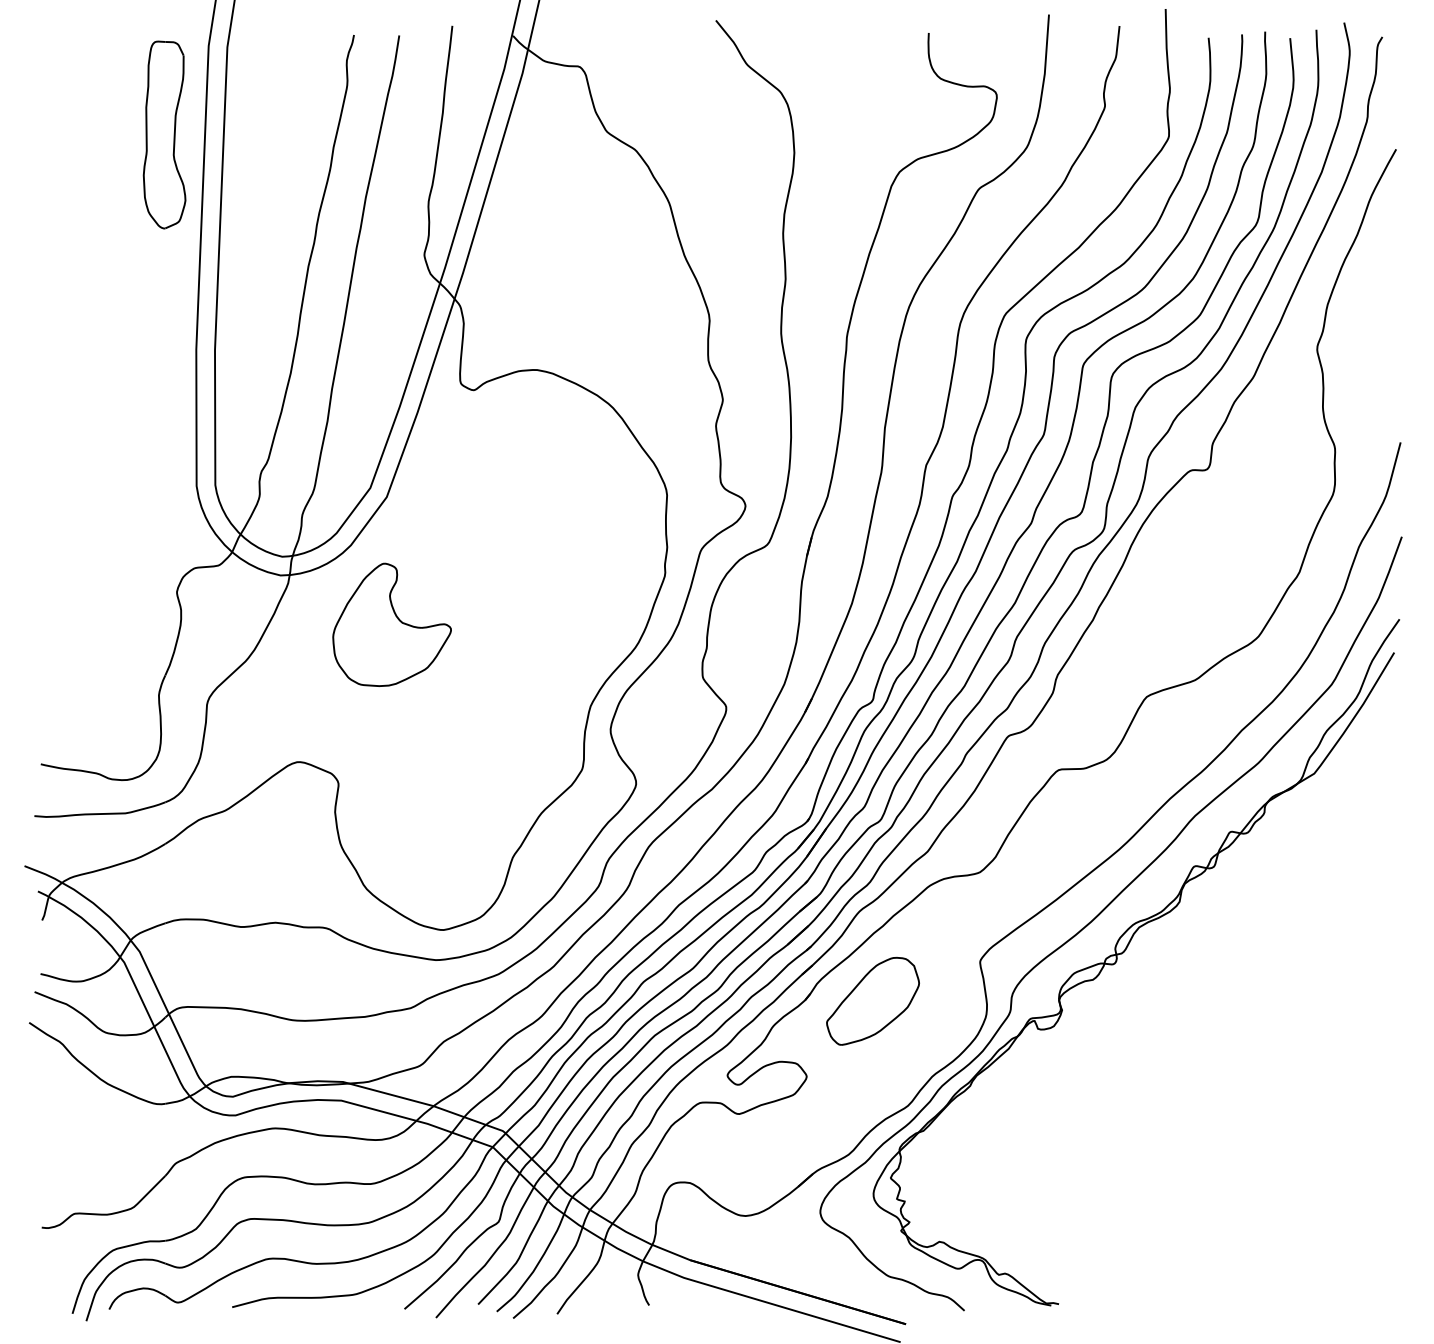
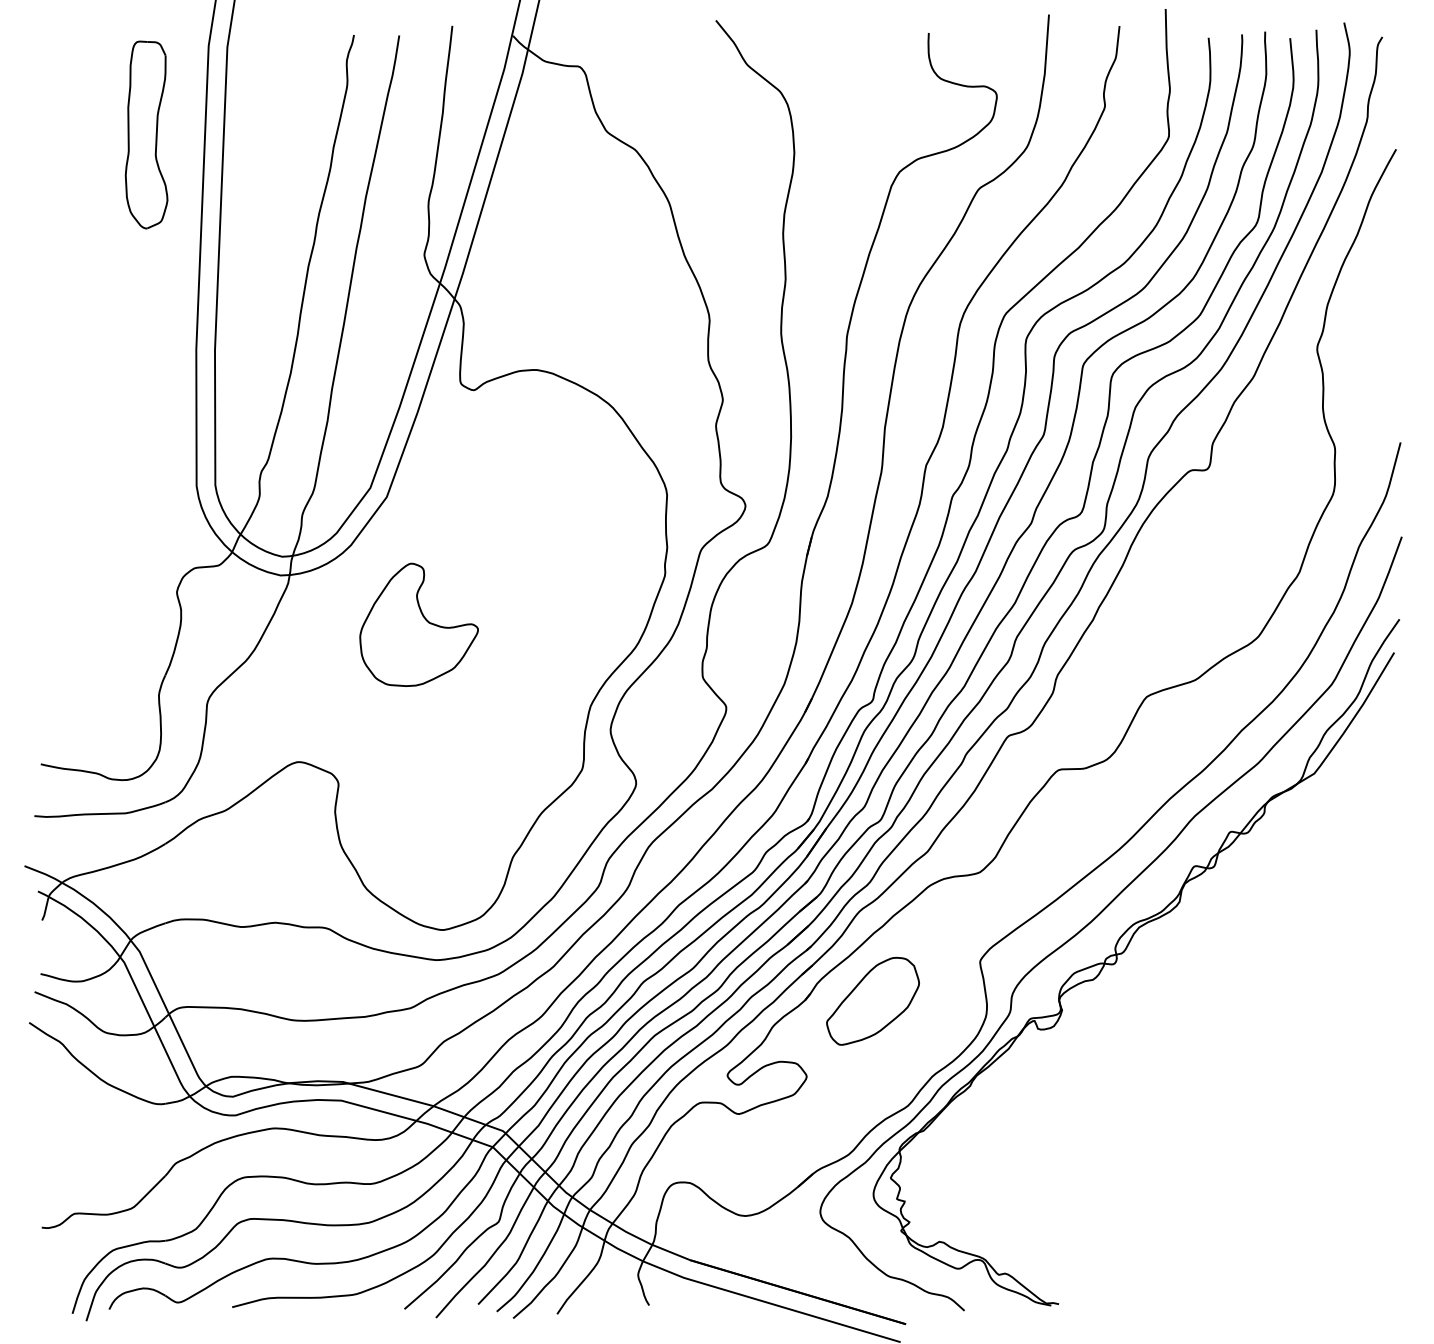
part at (164, 134) position: (164, 134) -> (146, 134)
part at (391, 624) position: (391, 624) -> (418, 624)
